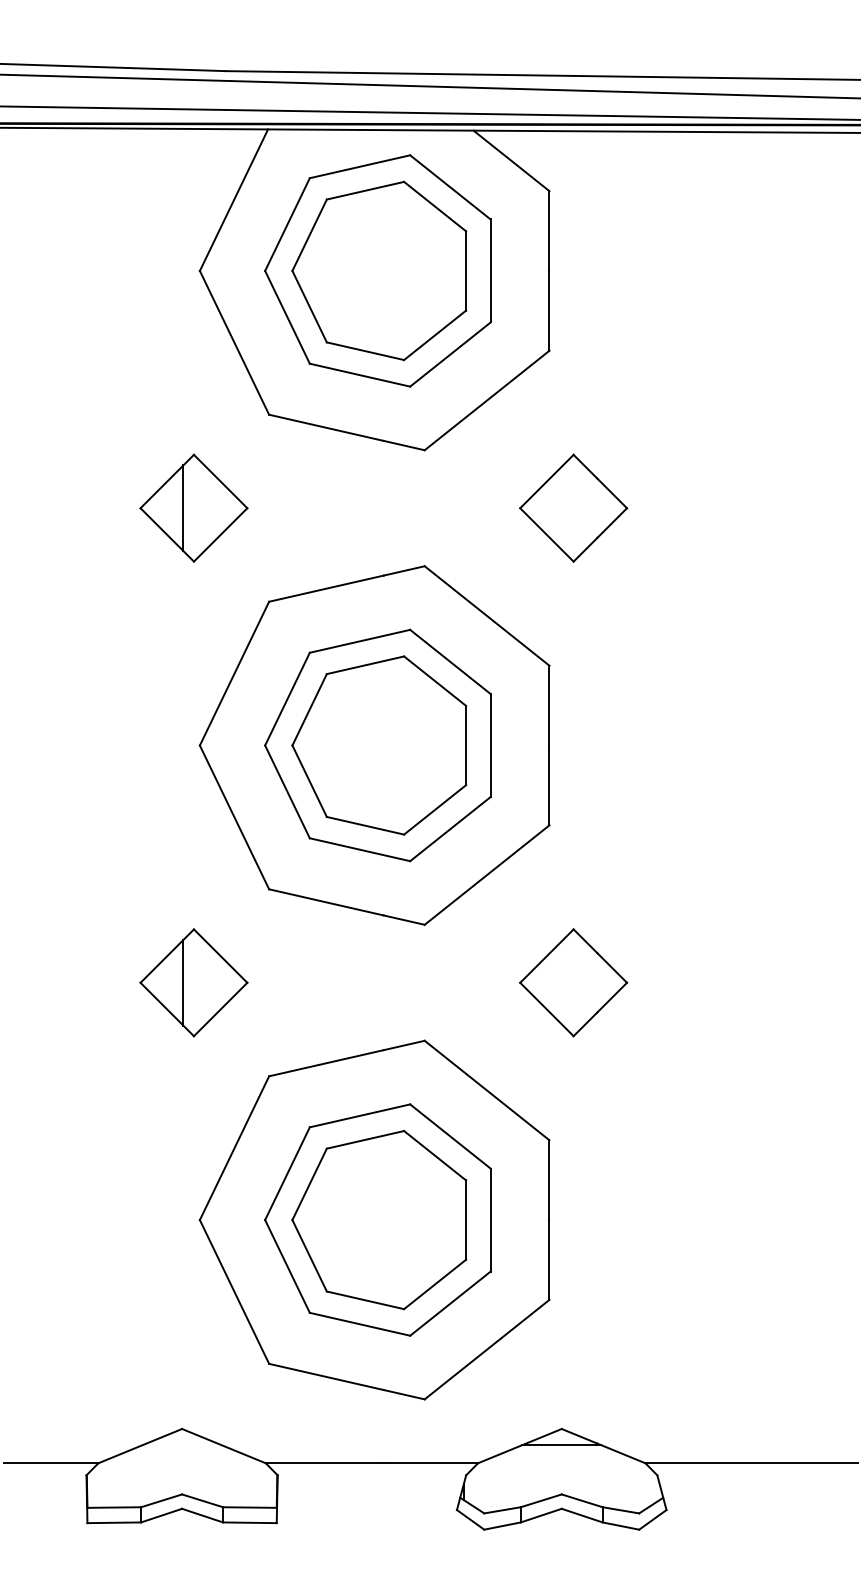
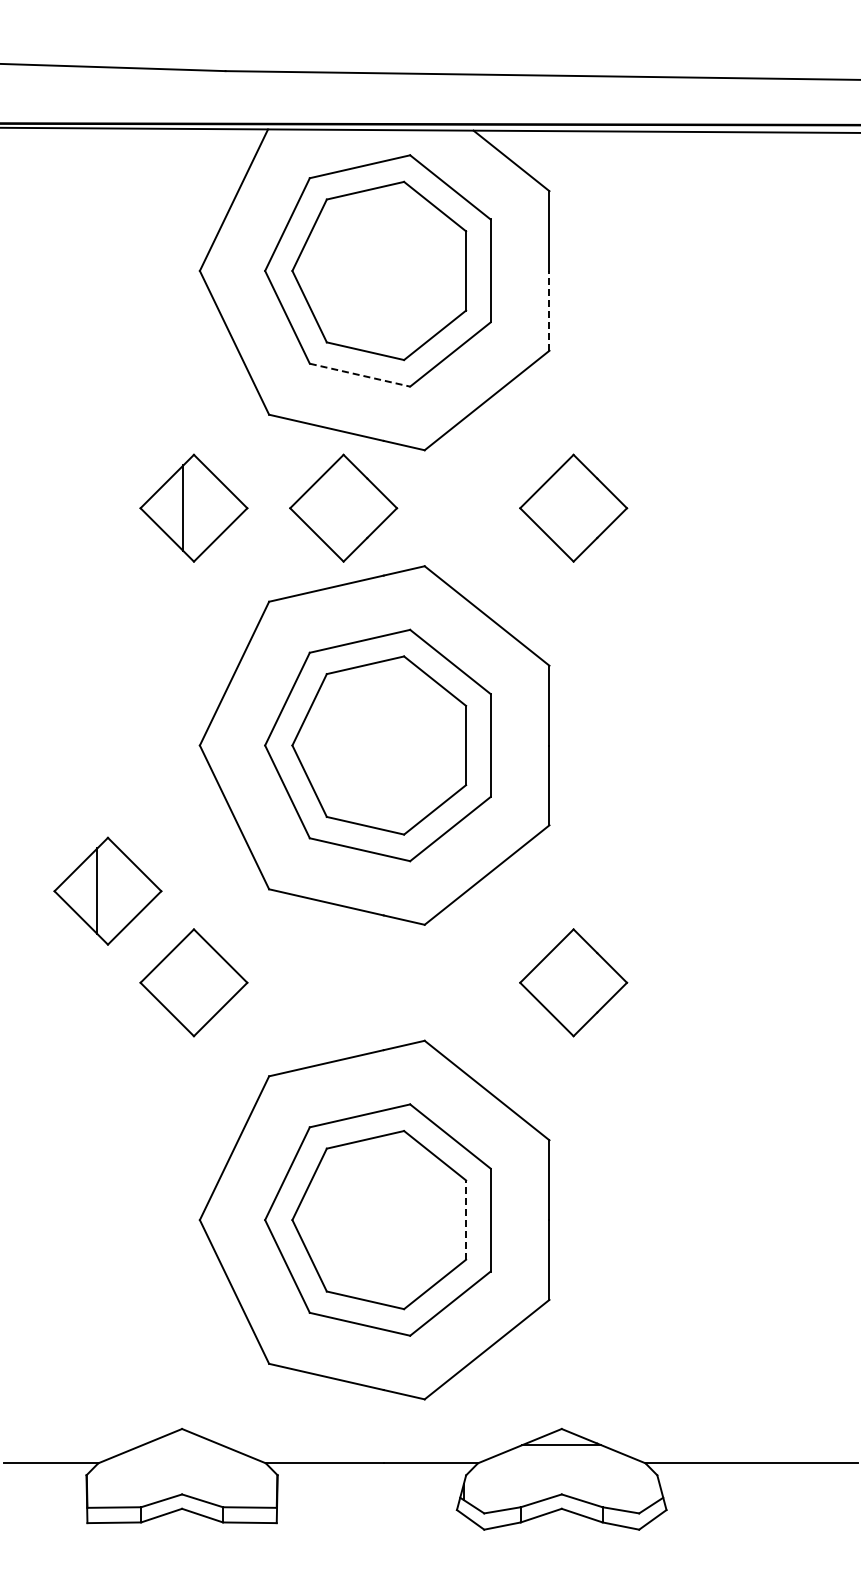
line at (429, 86): present -> none
line at (429, 112): present -> none
line at (549, 310): solid -> dashed
line at (360, 375): solid -> dashed
part at (343, 507): none -> present
part at (107, 890): none -> present
line at (183, 982): present -> none
line at (466, 1220): solid -> dashed
